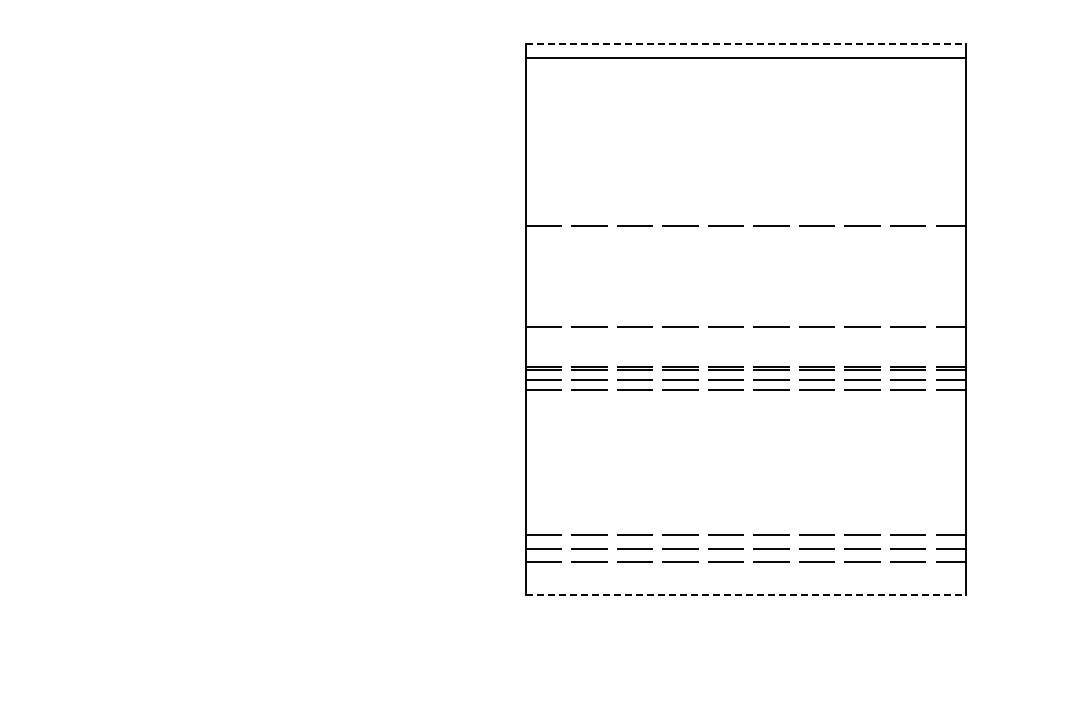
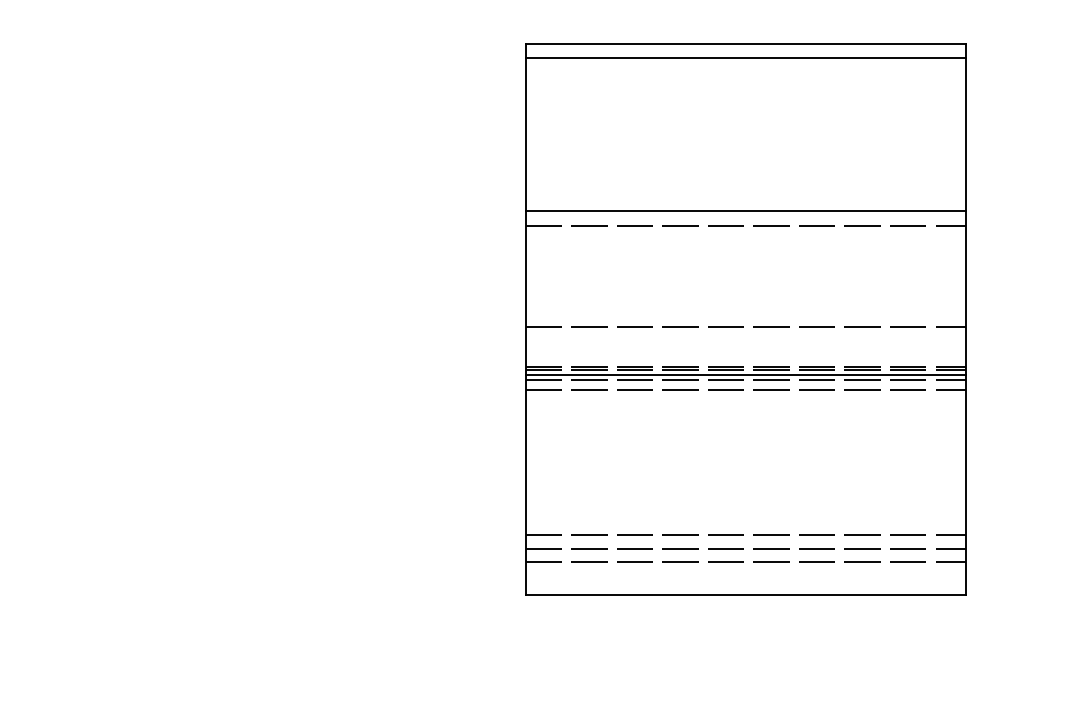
line at (746, 43): dashed -> solid
line at (745, 211): none -> present
line at (745, 374): none -> present
line at (746, 594): dashed -> solid
